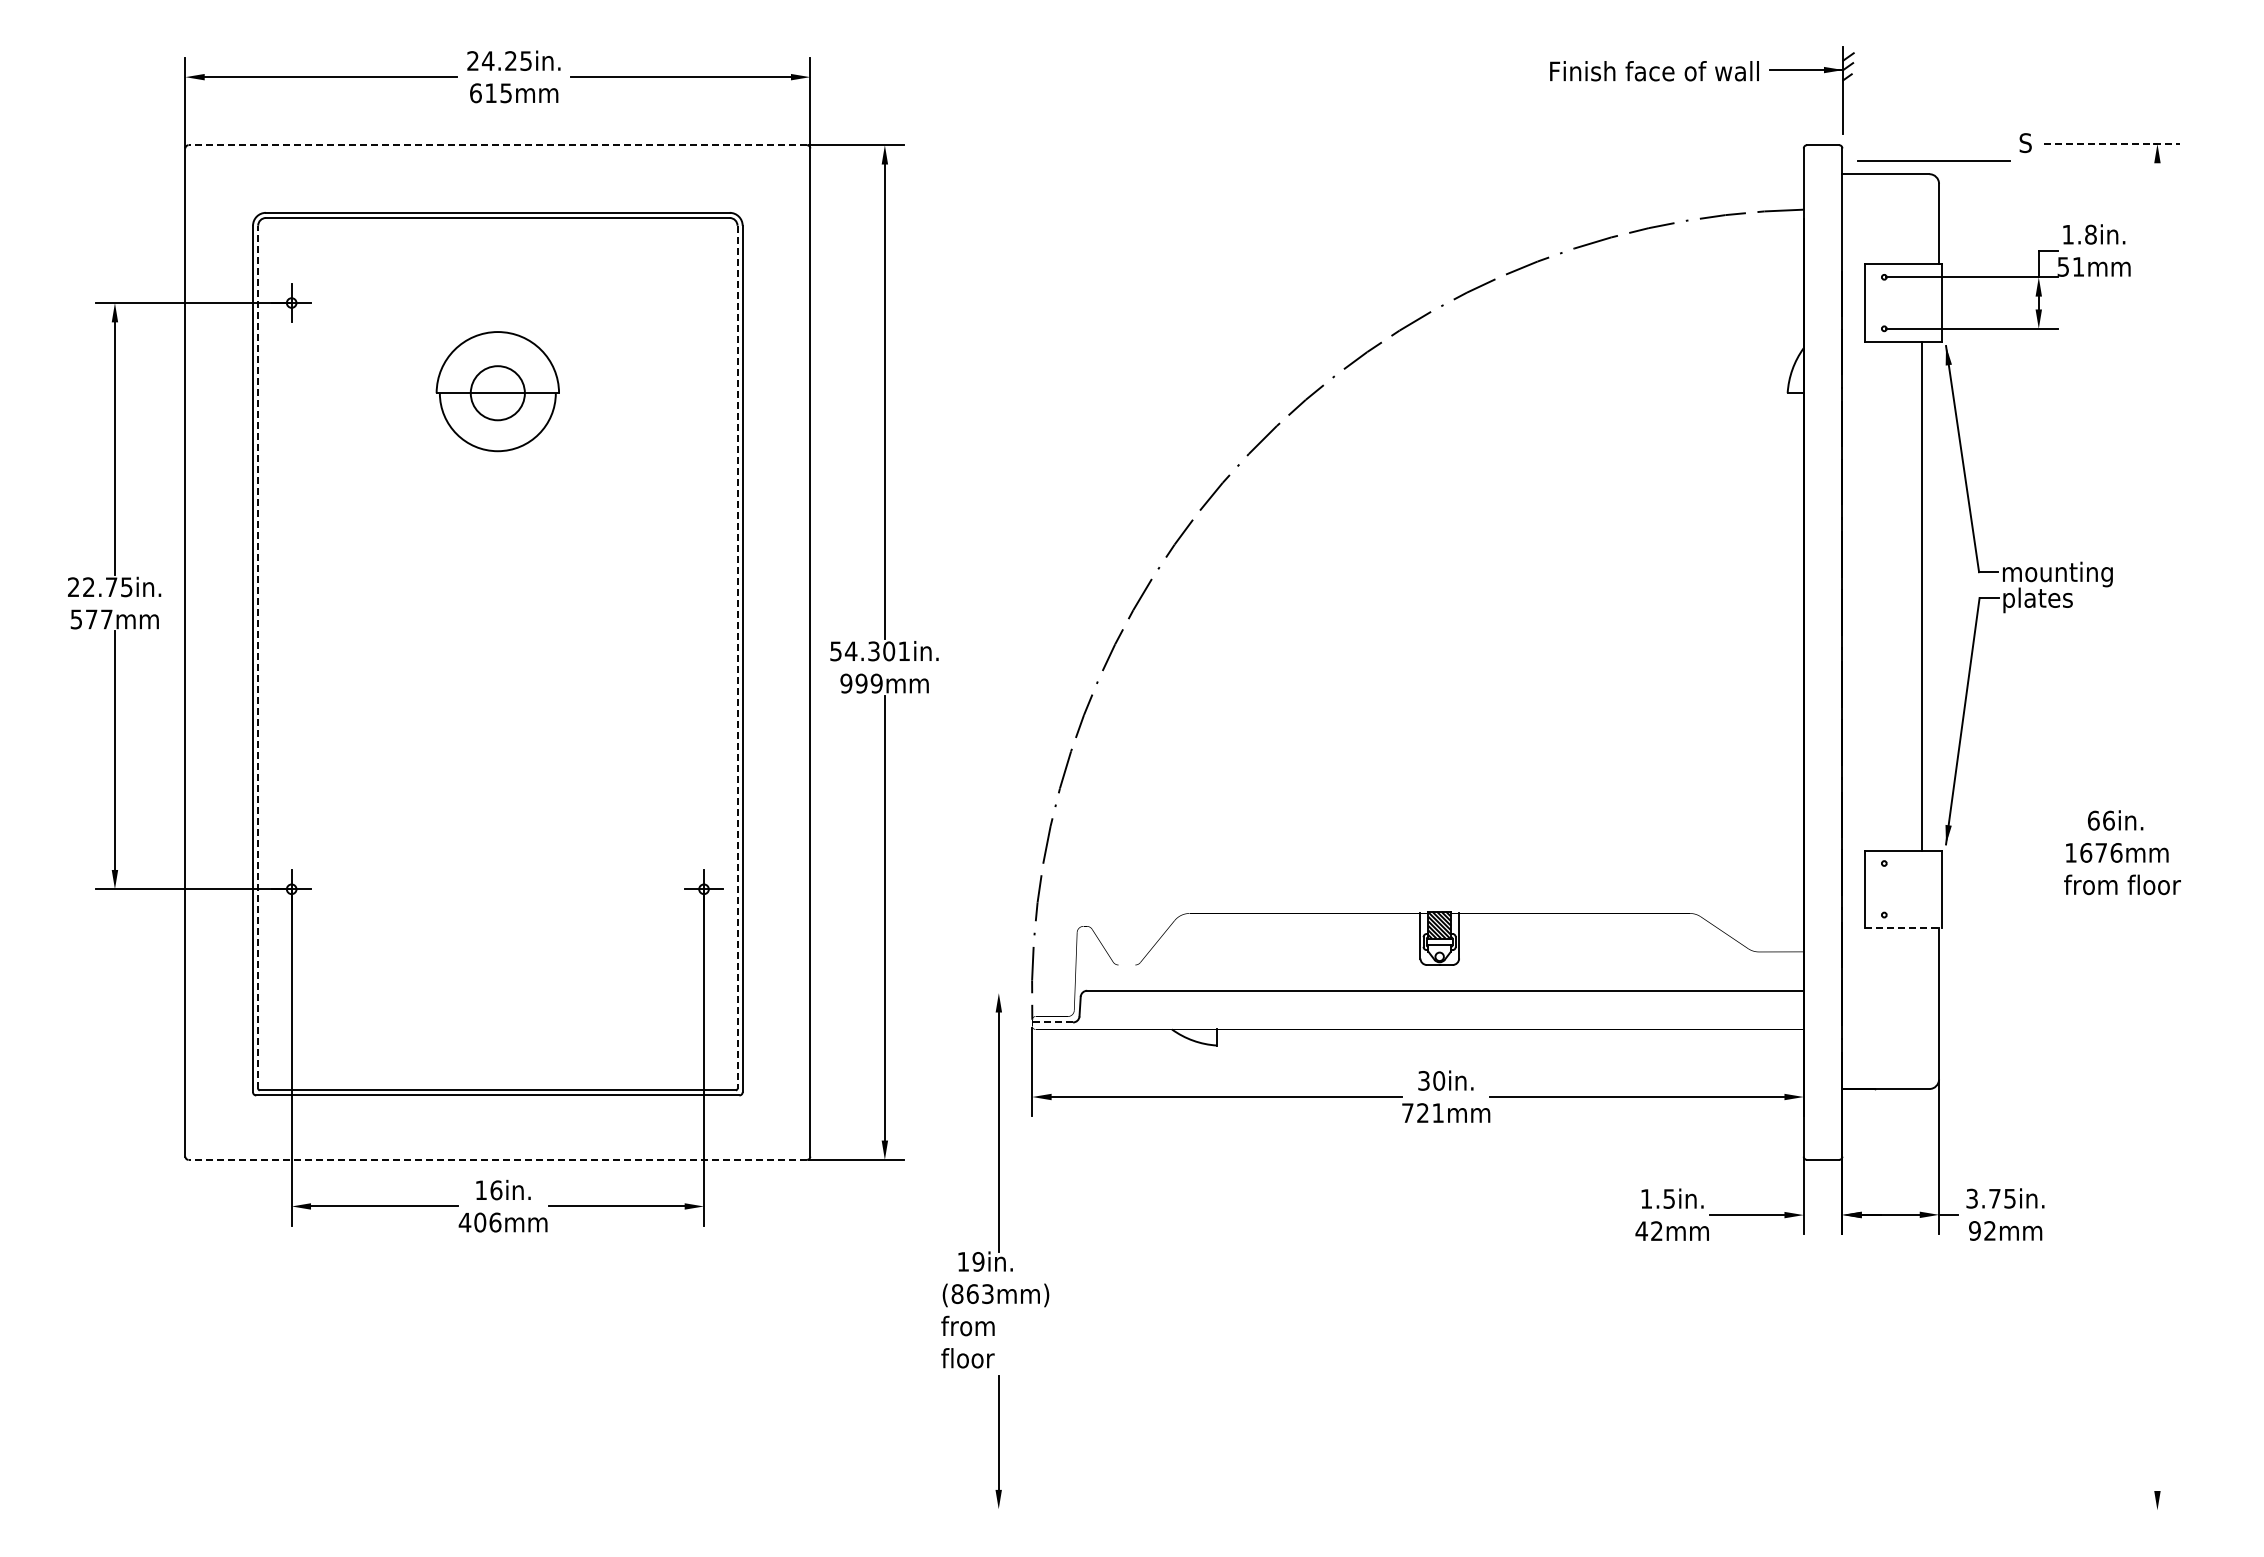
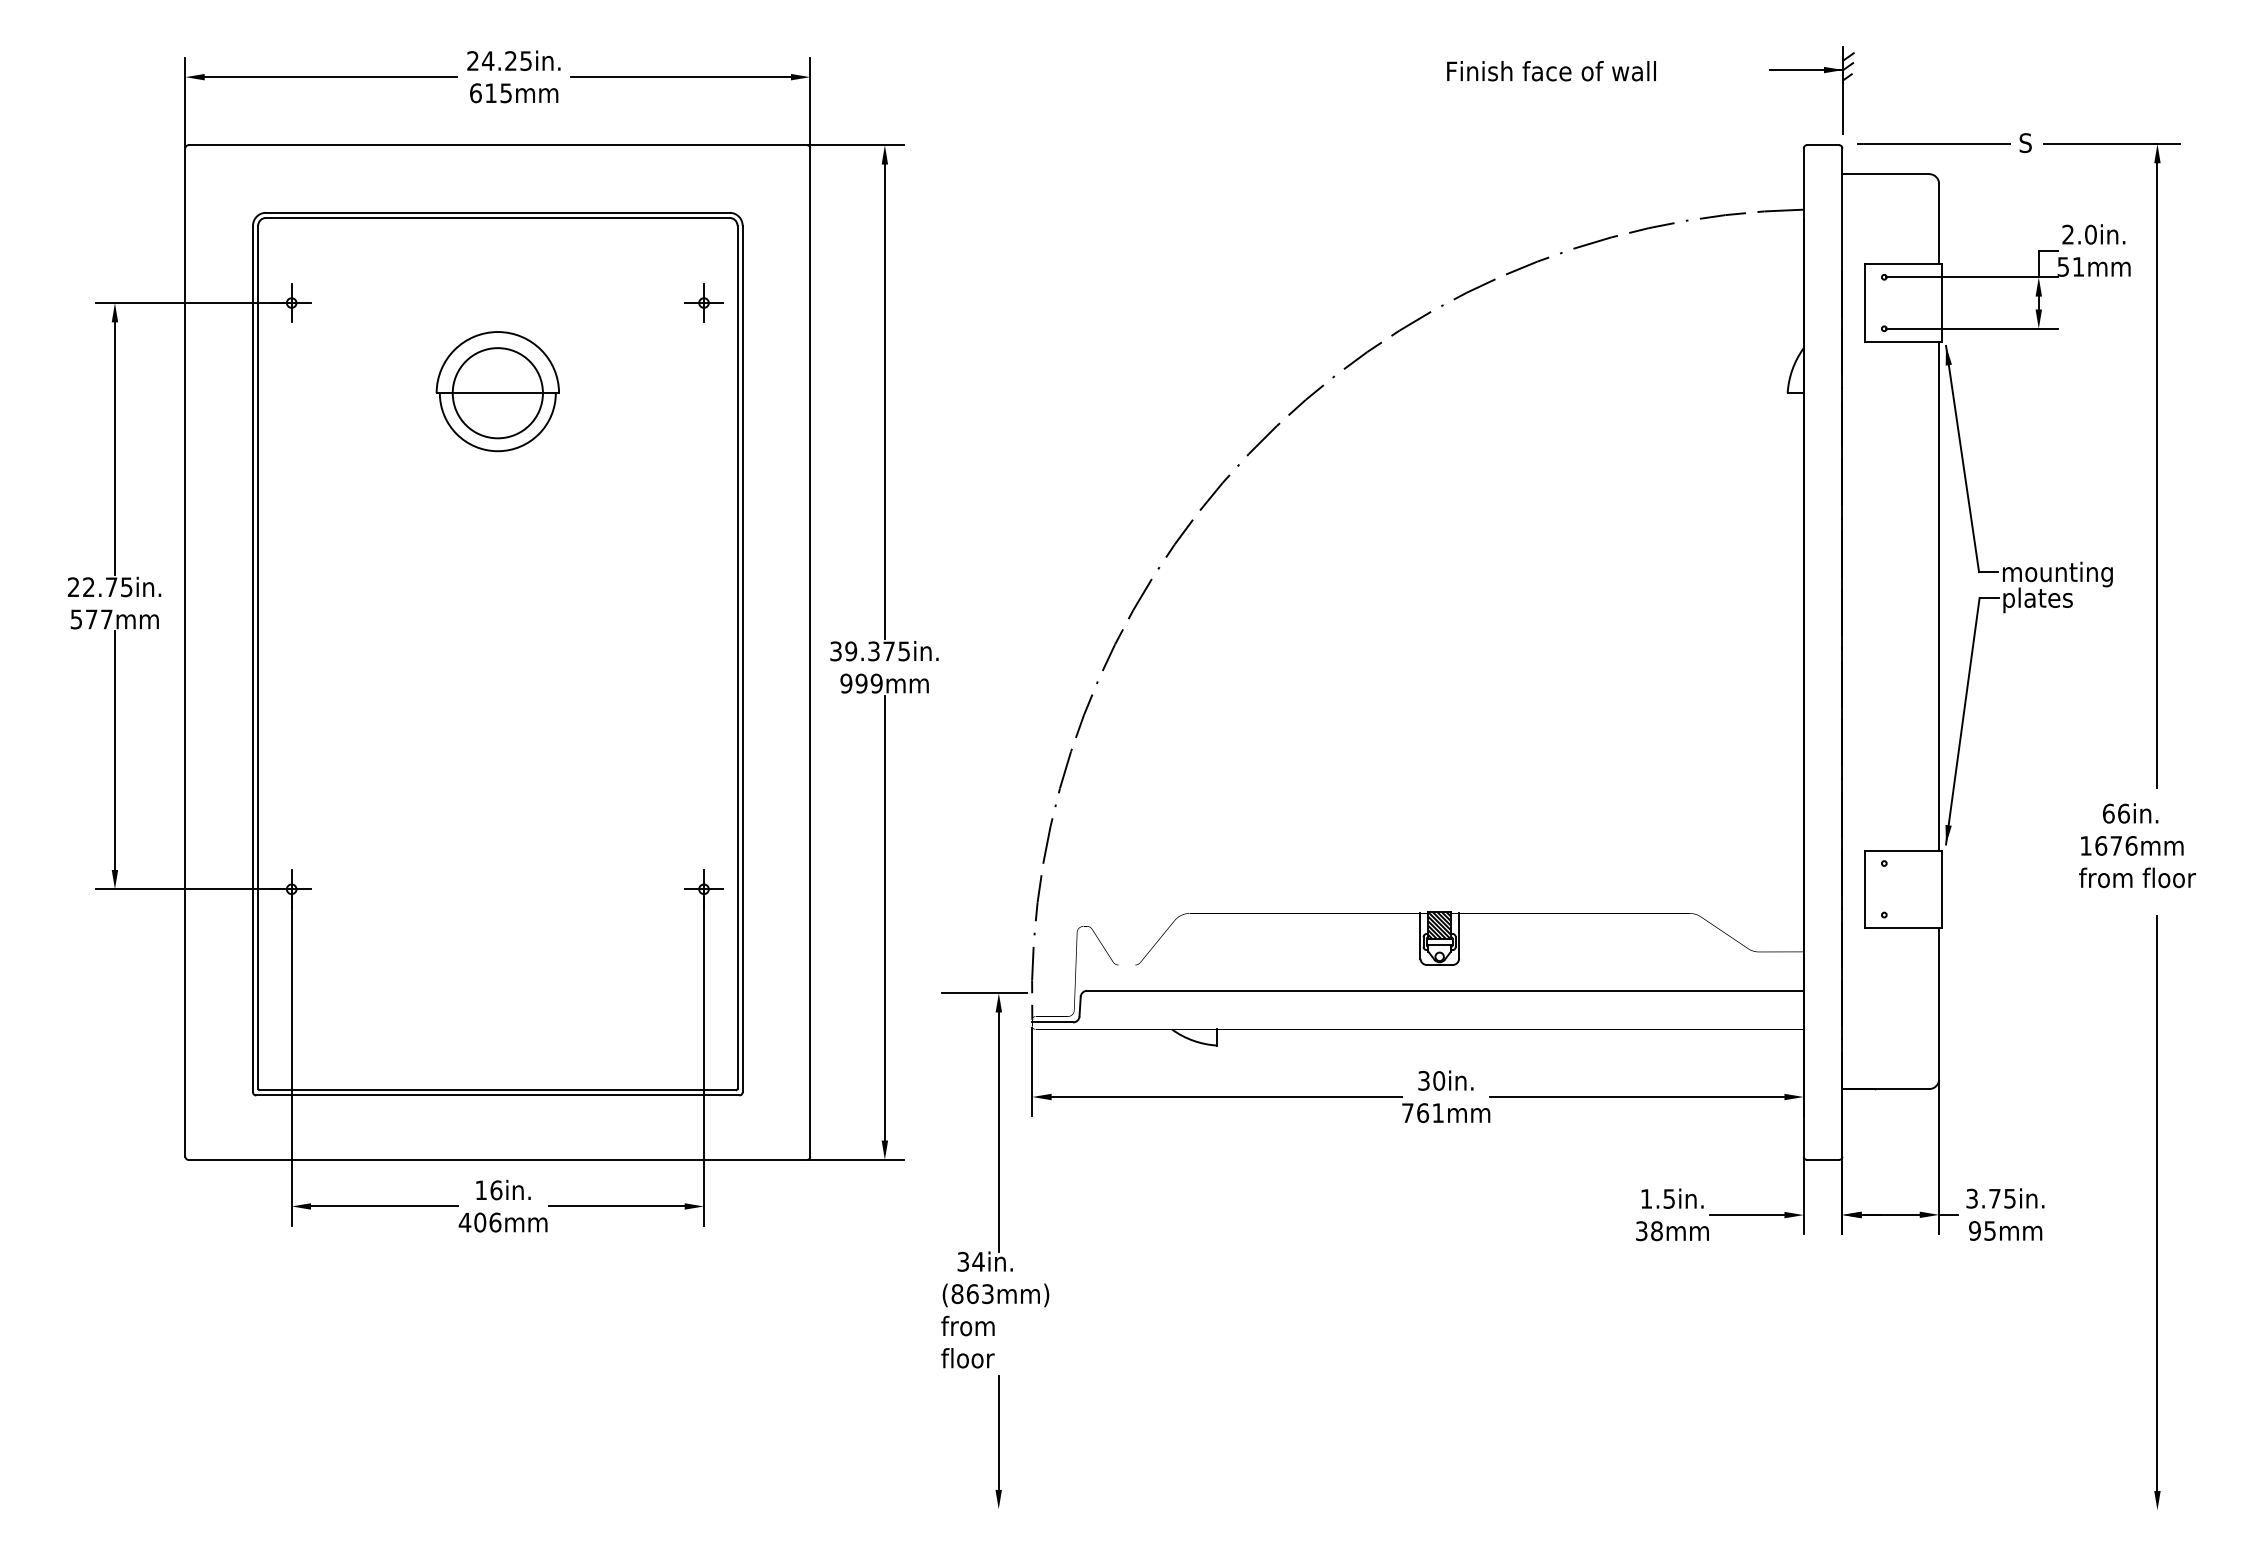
text at (1654, 71) position: (1654, 71) -> (1551, 71)
line at (2111, 143): dashed -> solid
line at (497, 145): dashed -> solid
line at (1933, 160) position: (1933, 160) -> (1933, 143)
text at (2079, 234): 1.8in. -> 2.0in.
part at (703, 302): none -> present
circle at (497, 393) diameter: 54 px -> 90 px
line at (2157, 475): none -> present
line at (1922, 595) position: (1922, 595) -> (1939, 595)
text at (869, 651): 54.301in. -> 39.375in.
line at (258, 656): dashed -> solid
line at (737, 657): dashed -> solid
text at (2122, 852) position: (2122, 852) -> (2137, 845)
line at (1903, 927): dashed -> solid
line at (984, 993): none -> present
line at (1052, 1022): dashed -> solid
text at (1423, 1113): 721mm -> 761mm
line at (497, 1159): dashed -> solid
line at (2157, 1203): none -> present
text at (1989, 1230): 92mm -> 95mm
text at (1648, 1231): 42mm -> 38mm
text at (970, 1261): 19in. -> 34in.
